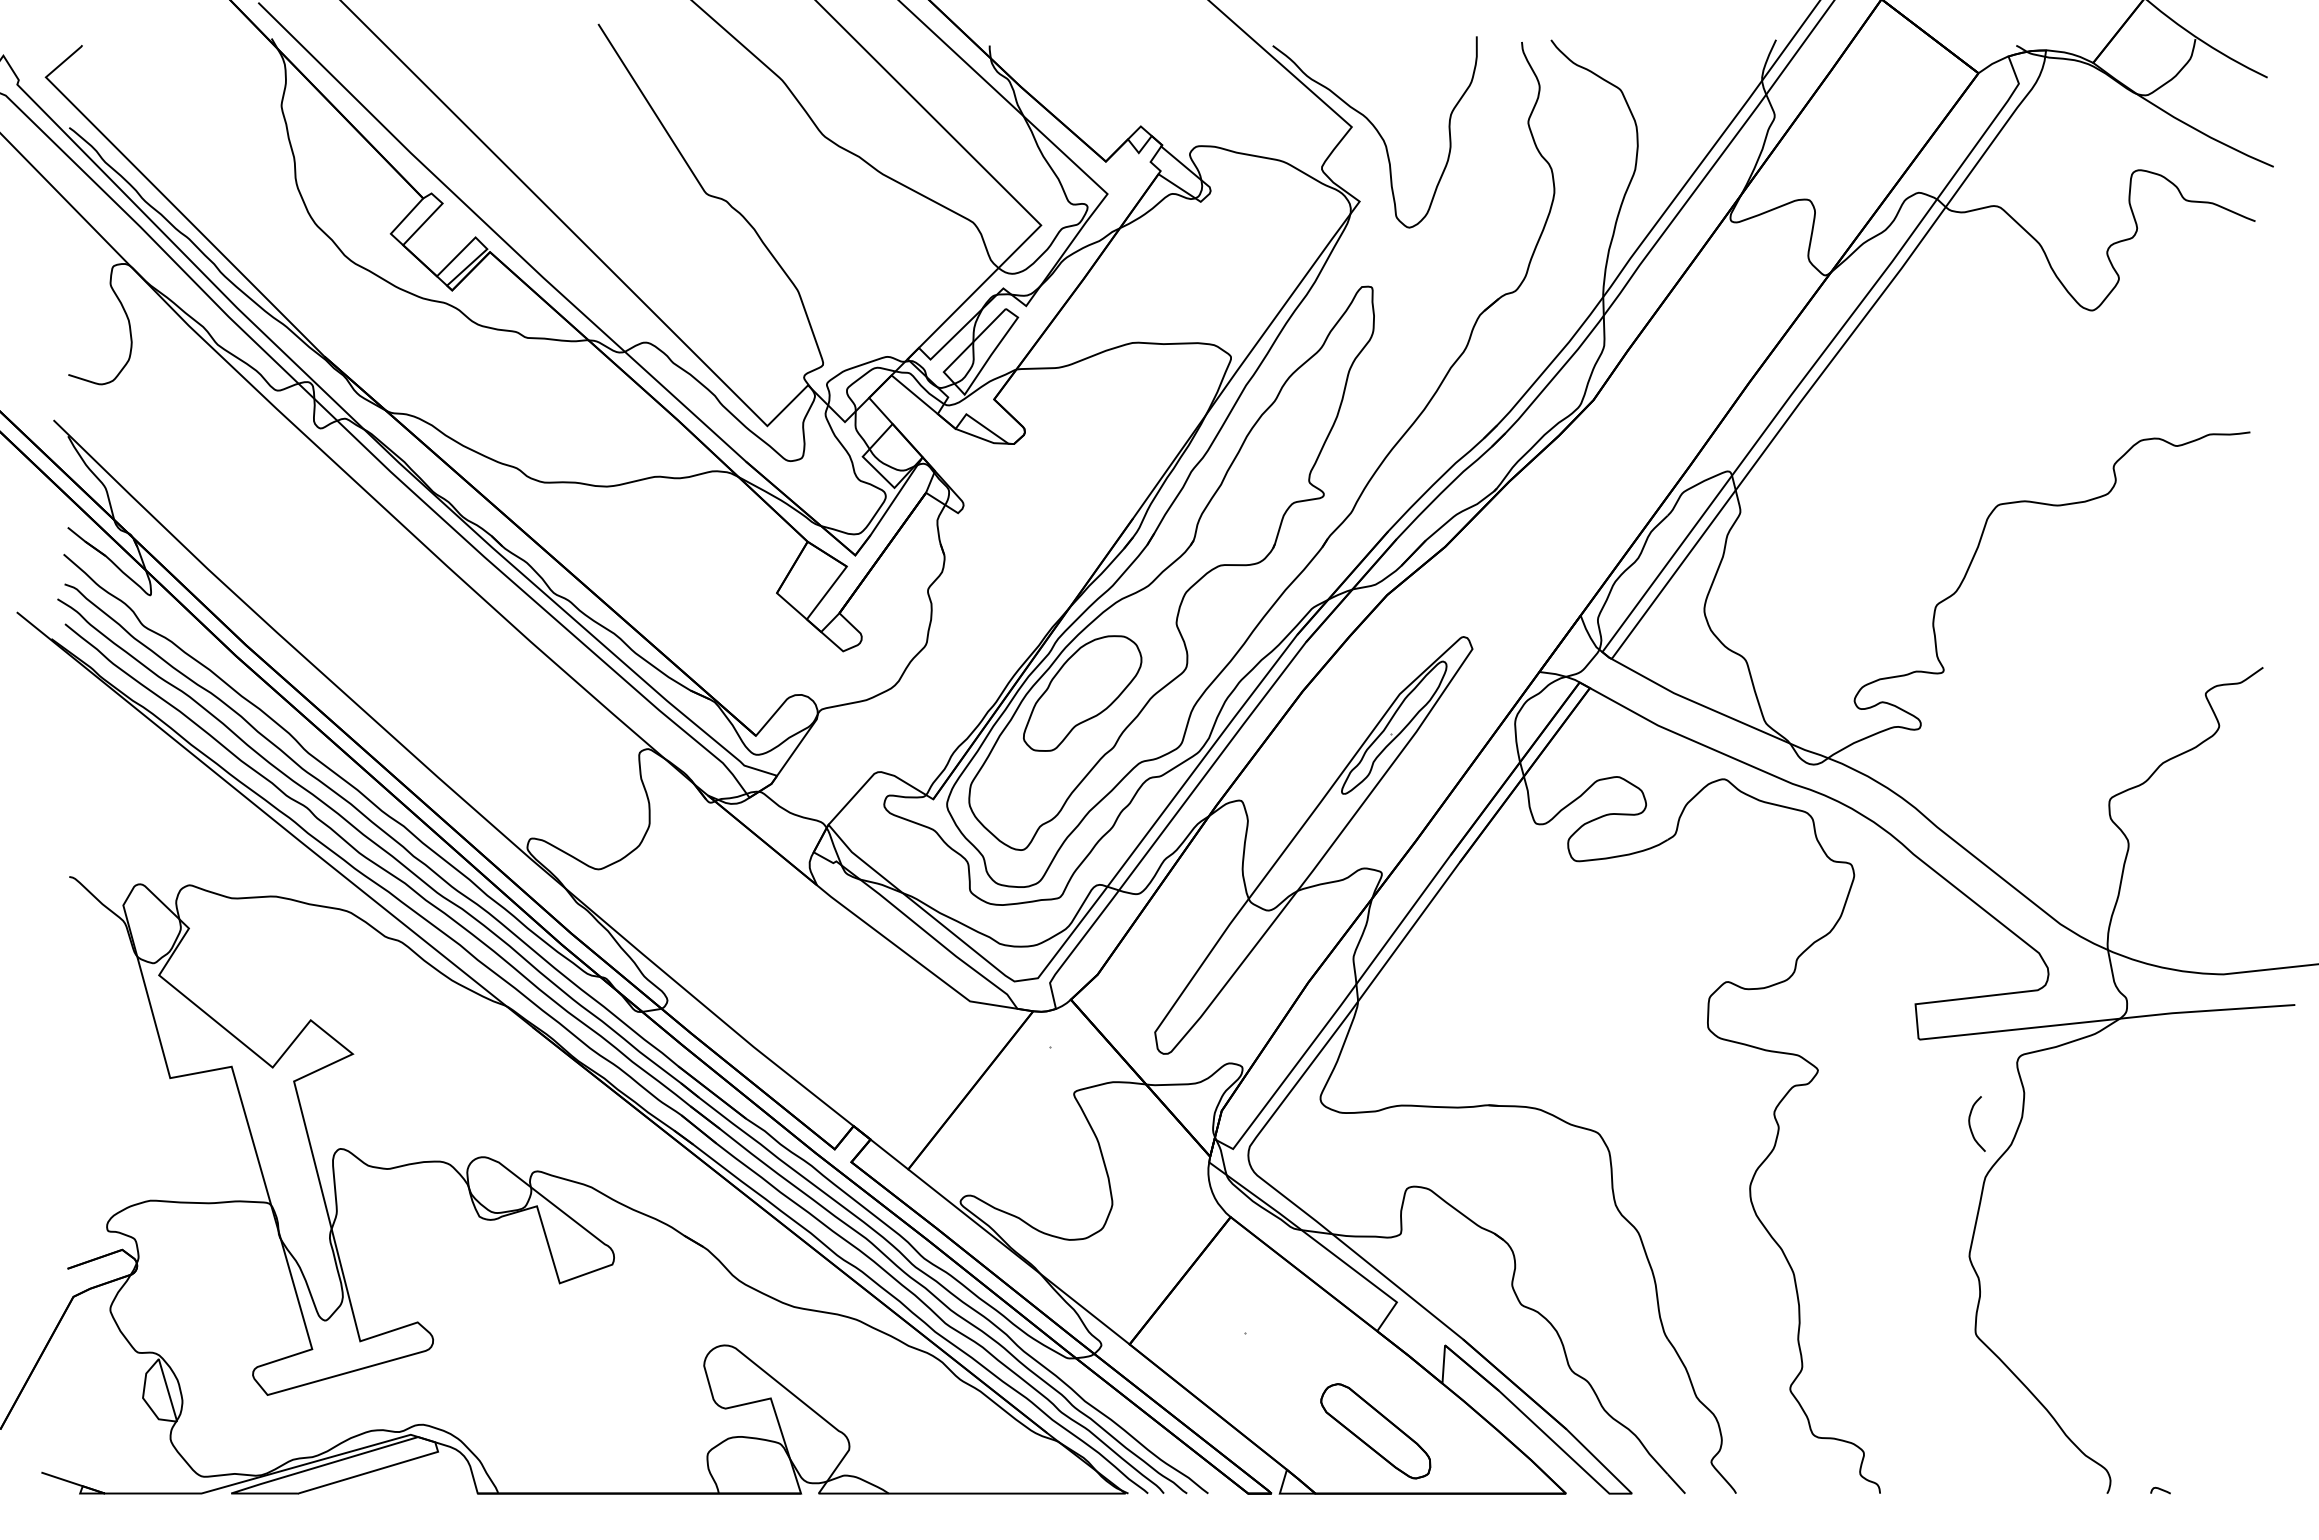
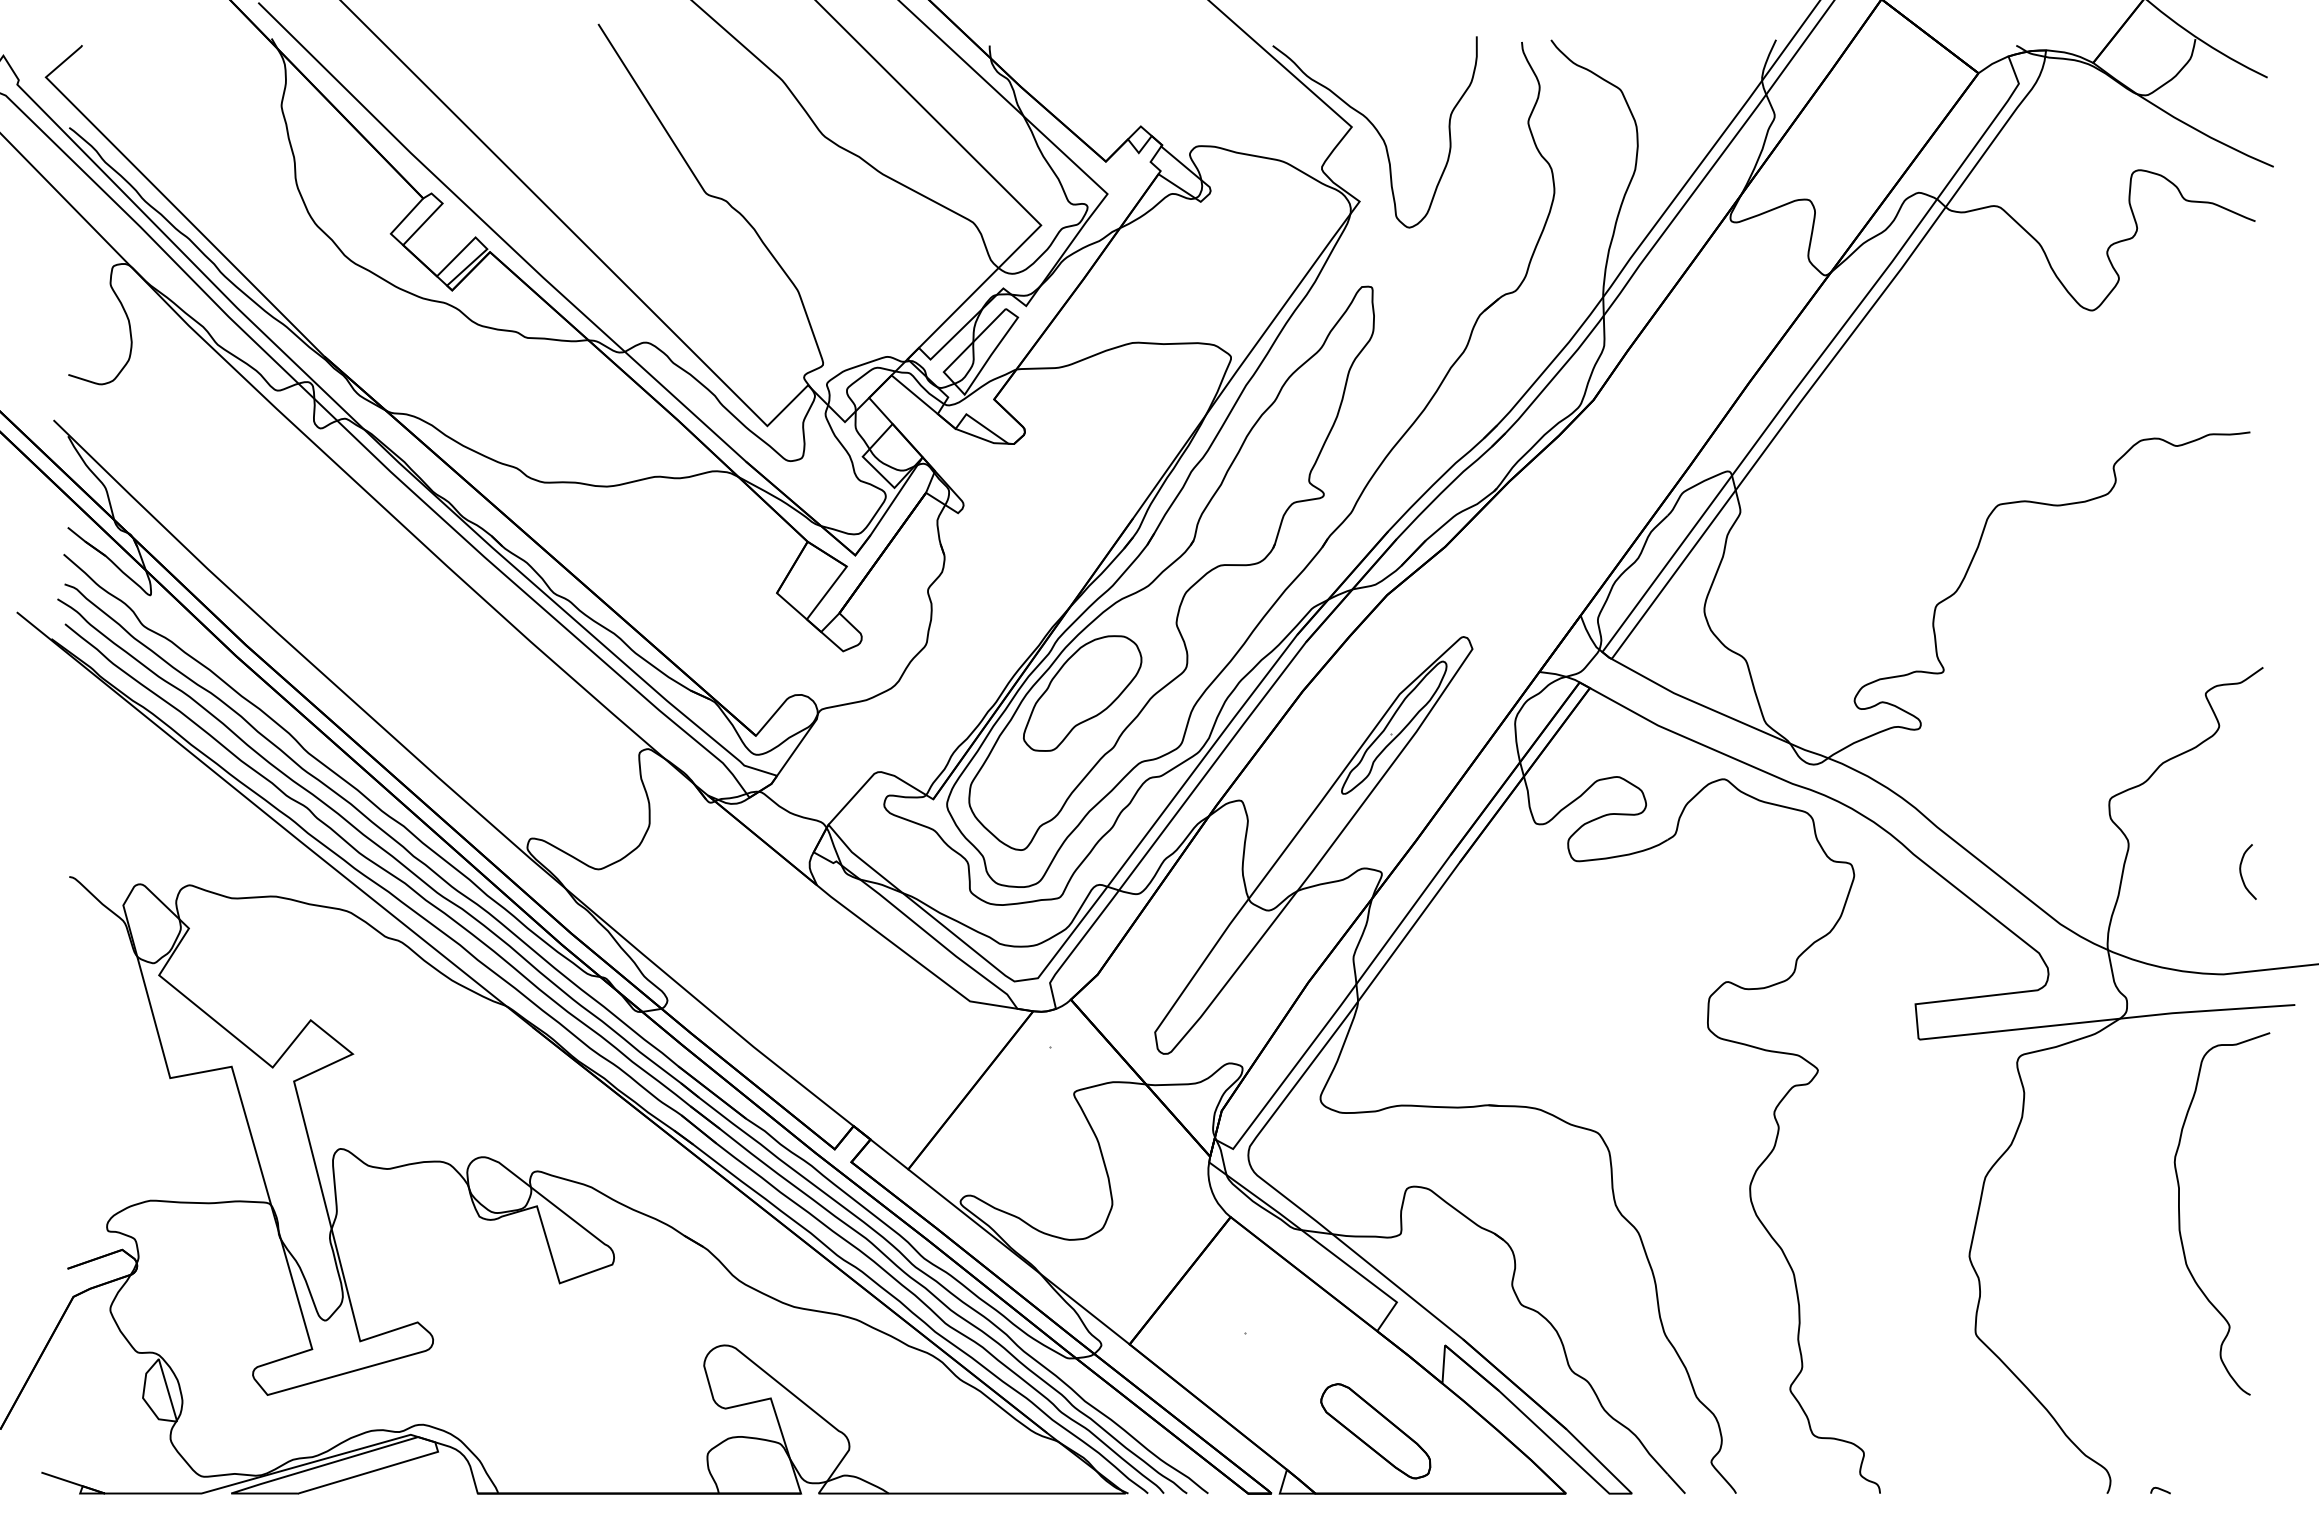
curve at (1970, 1123) position: (1970, 1123) -> (2241, 871)
curve at (2180, 1214): none -> present
